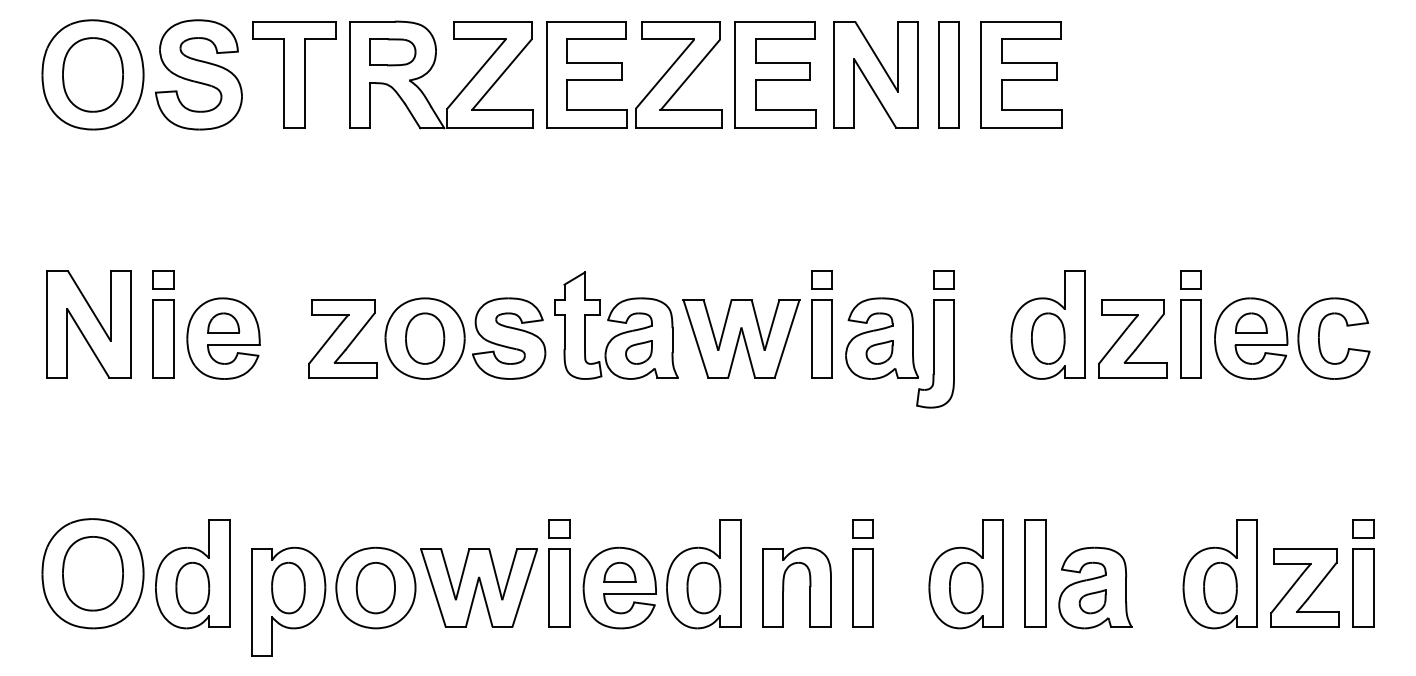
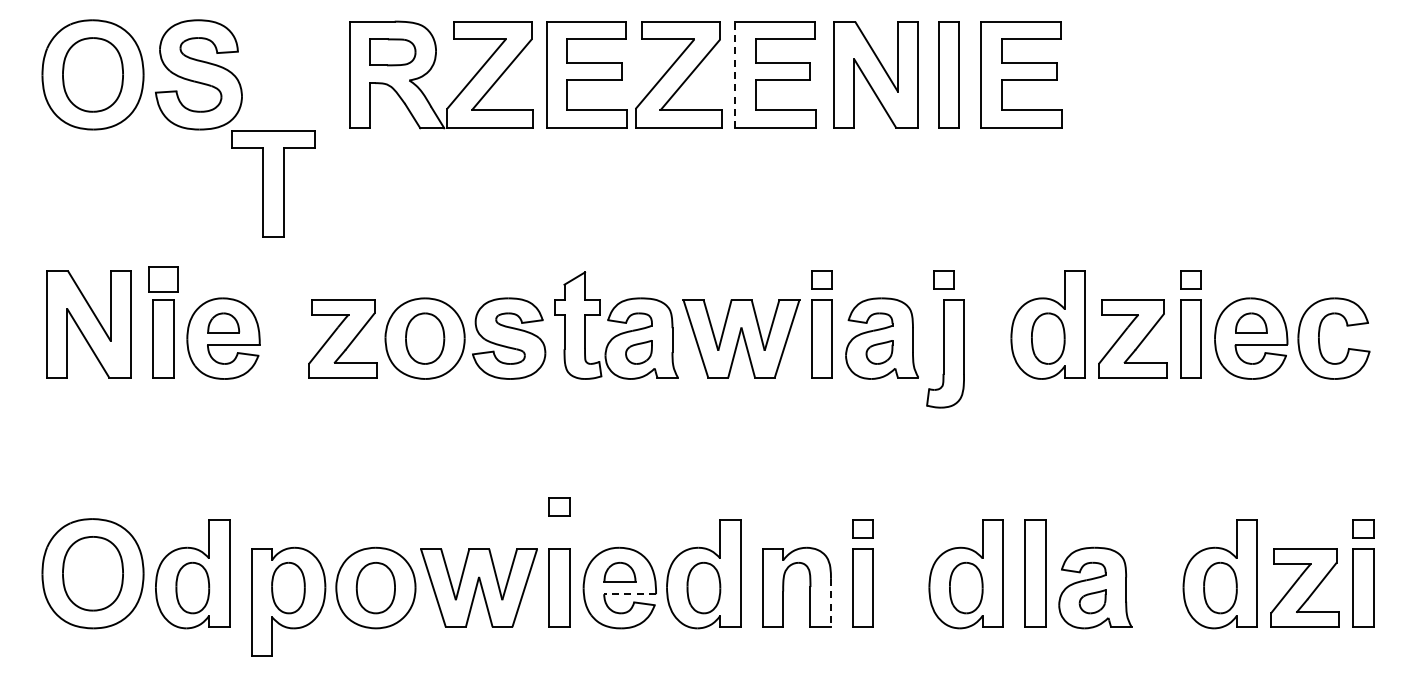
part at (294, 74) position: (294, 74) -> (273, 183)
line at (735, 74): solid -> dashed
part at (163, 279) size: 23x20 px -> 31x27 px
part at (935, 353) position: (935, 353) -> (945, 353)
part at (559, 528) position: (559, 528) -> (559, 506)
line at (630, 594): solid -> dashed
line at (831, 603): solid -> dashed
